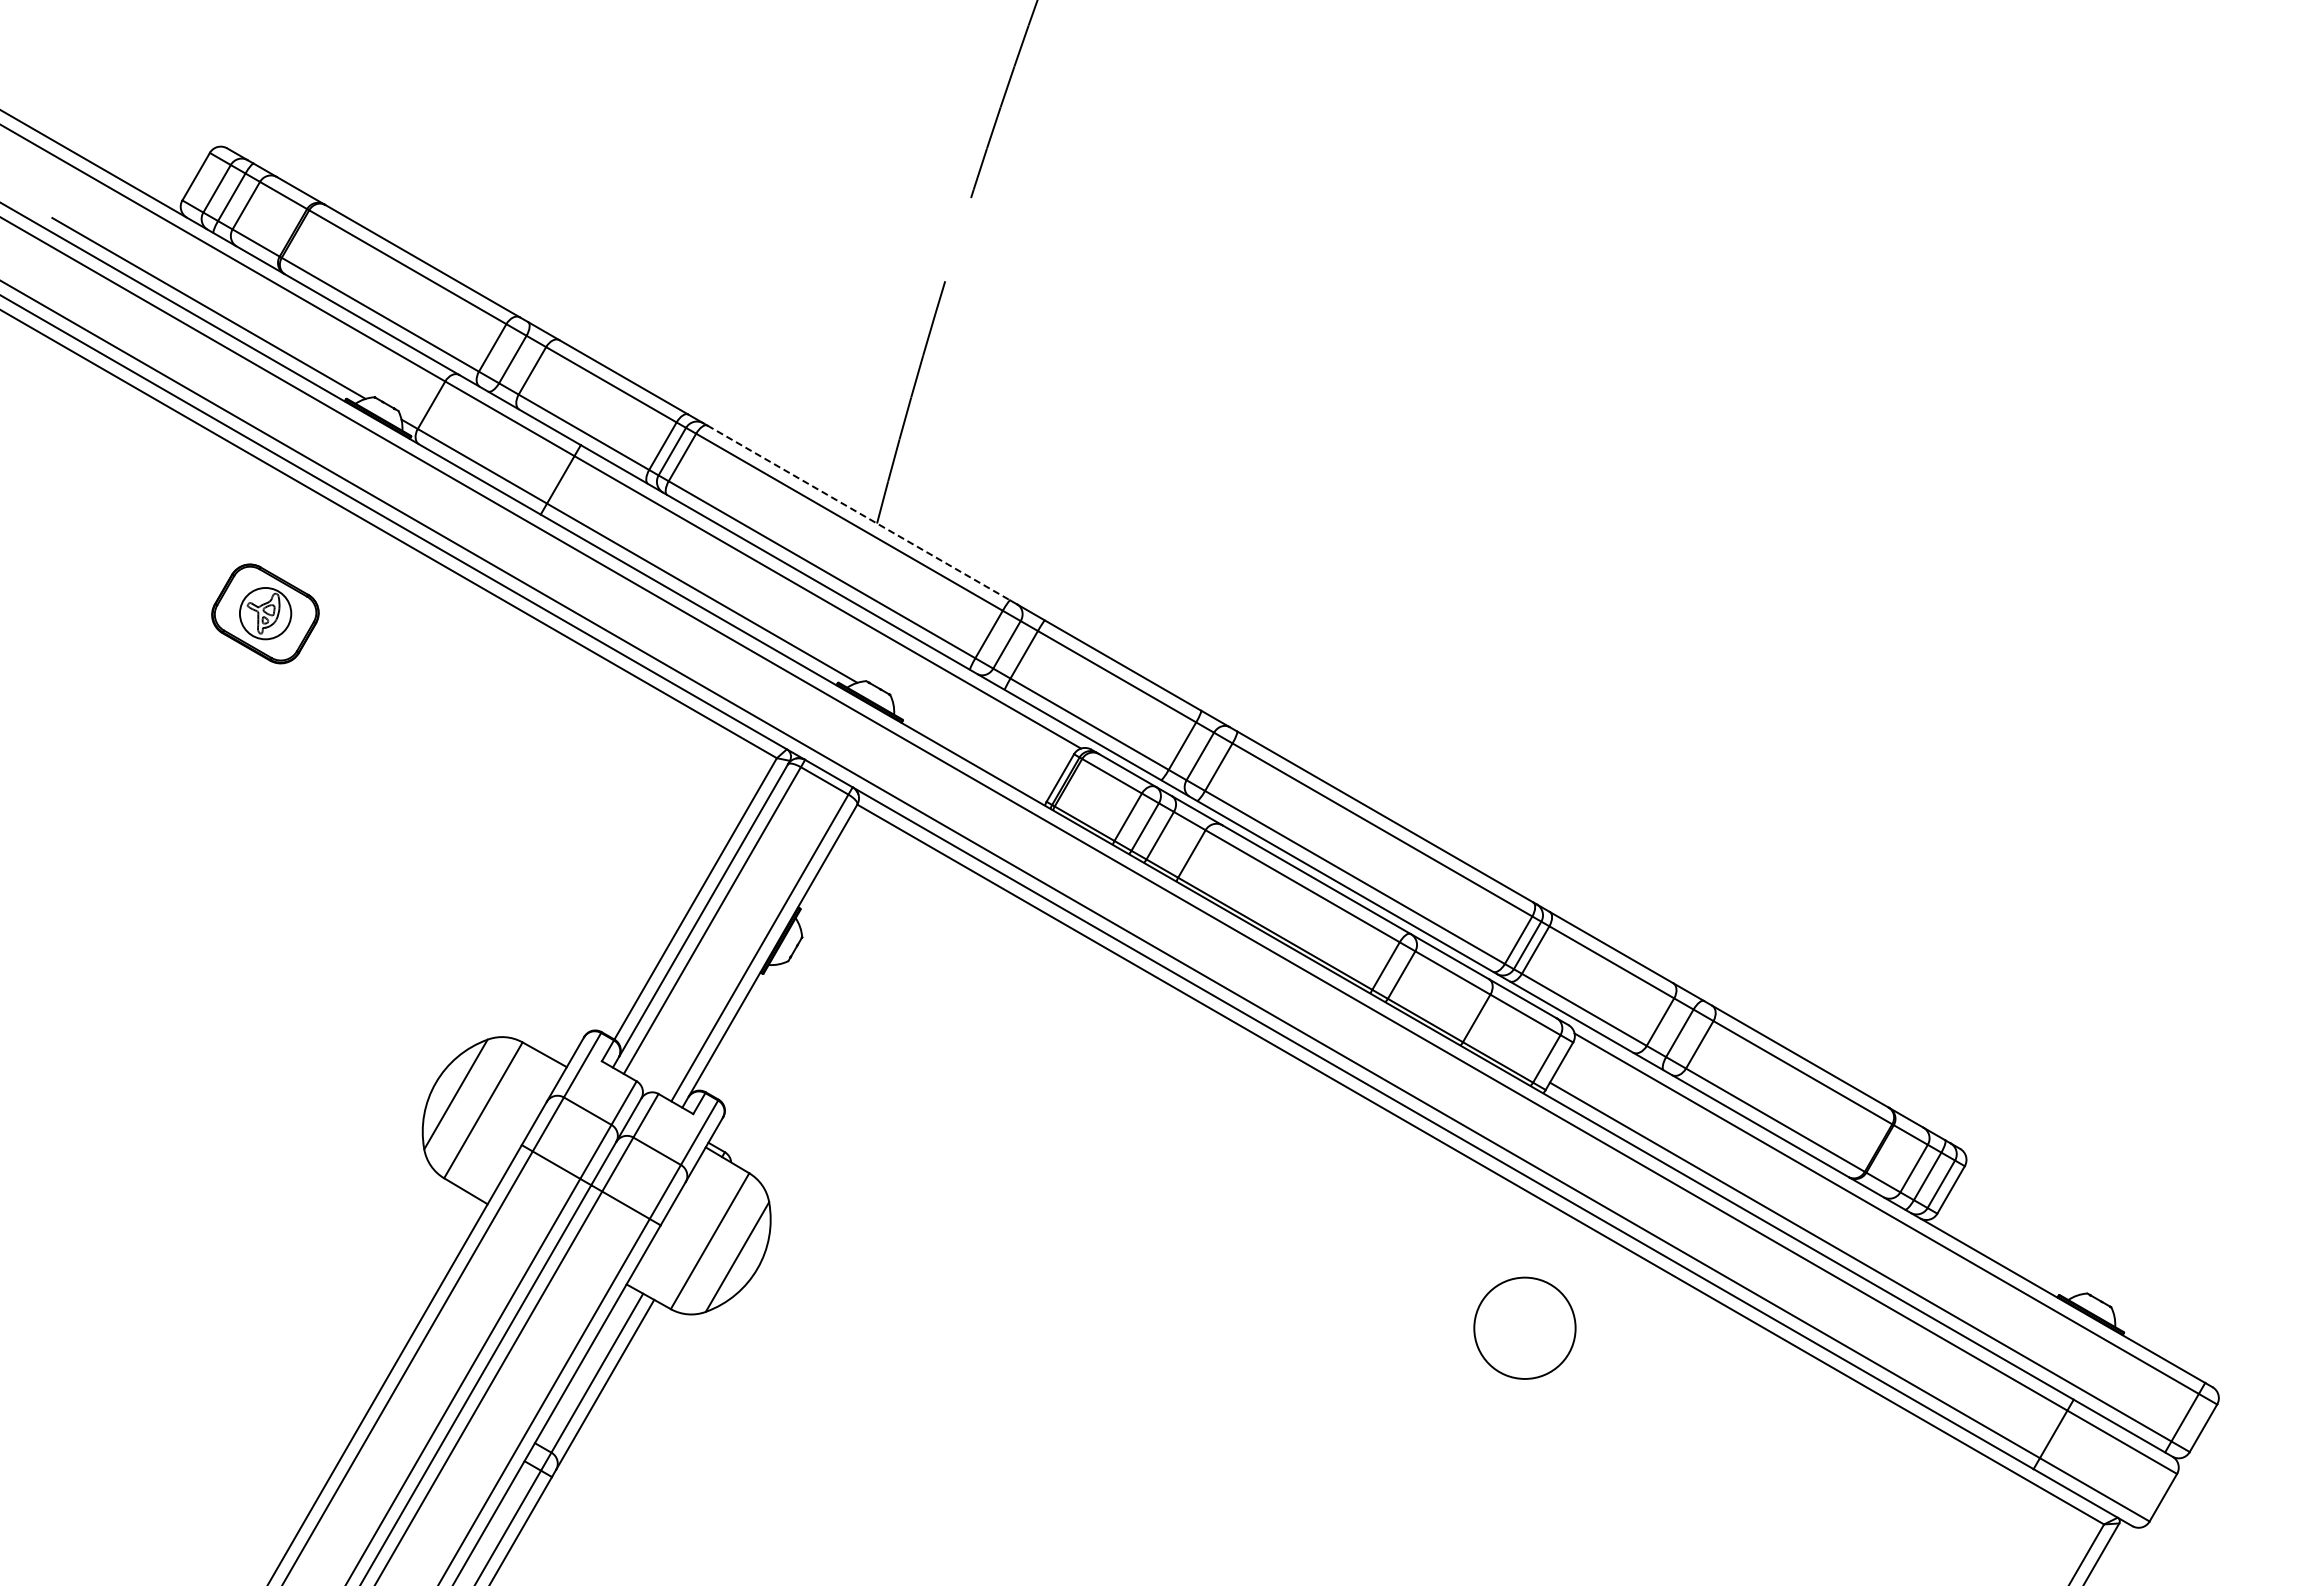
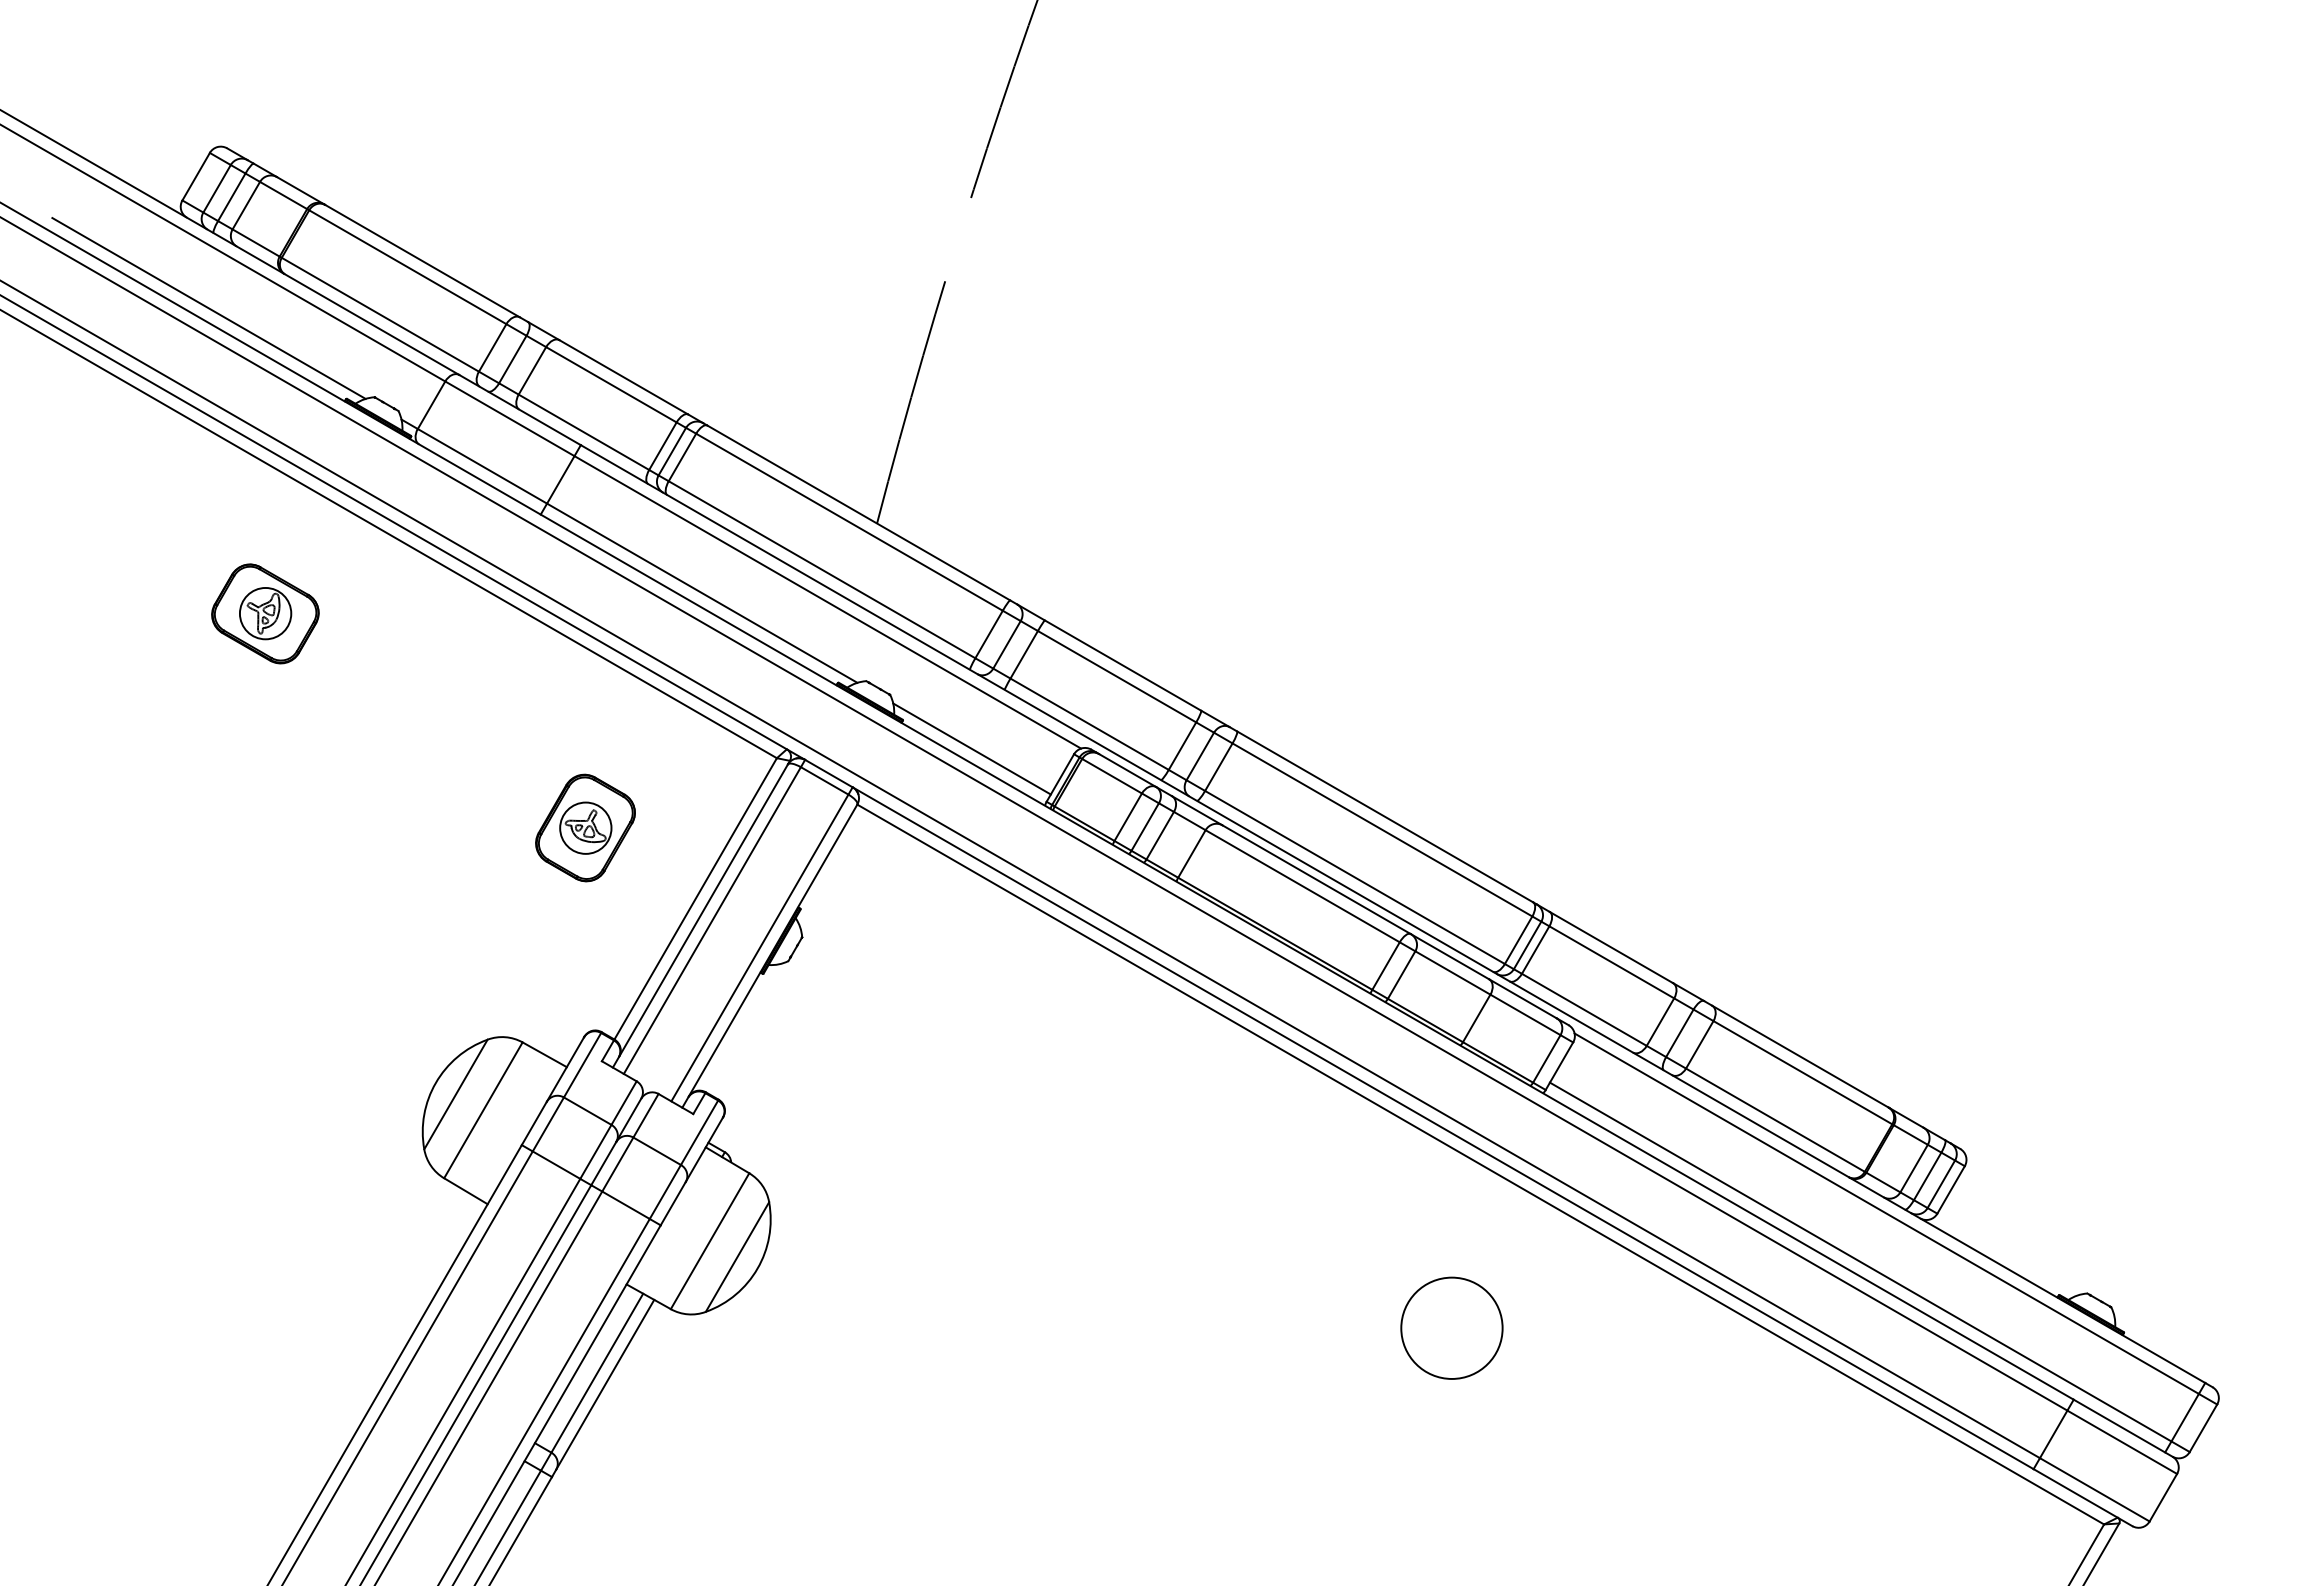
line at (858, 512): dashed -> solid
line at (971, 748): none -> present
part at (585, 827): none -> present
circle at (1524, 1327) position: (1524, 1327) -> (1451, 1327)
